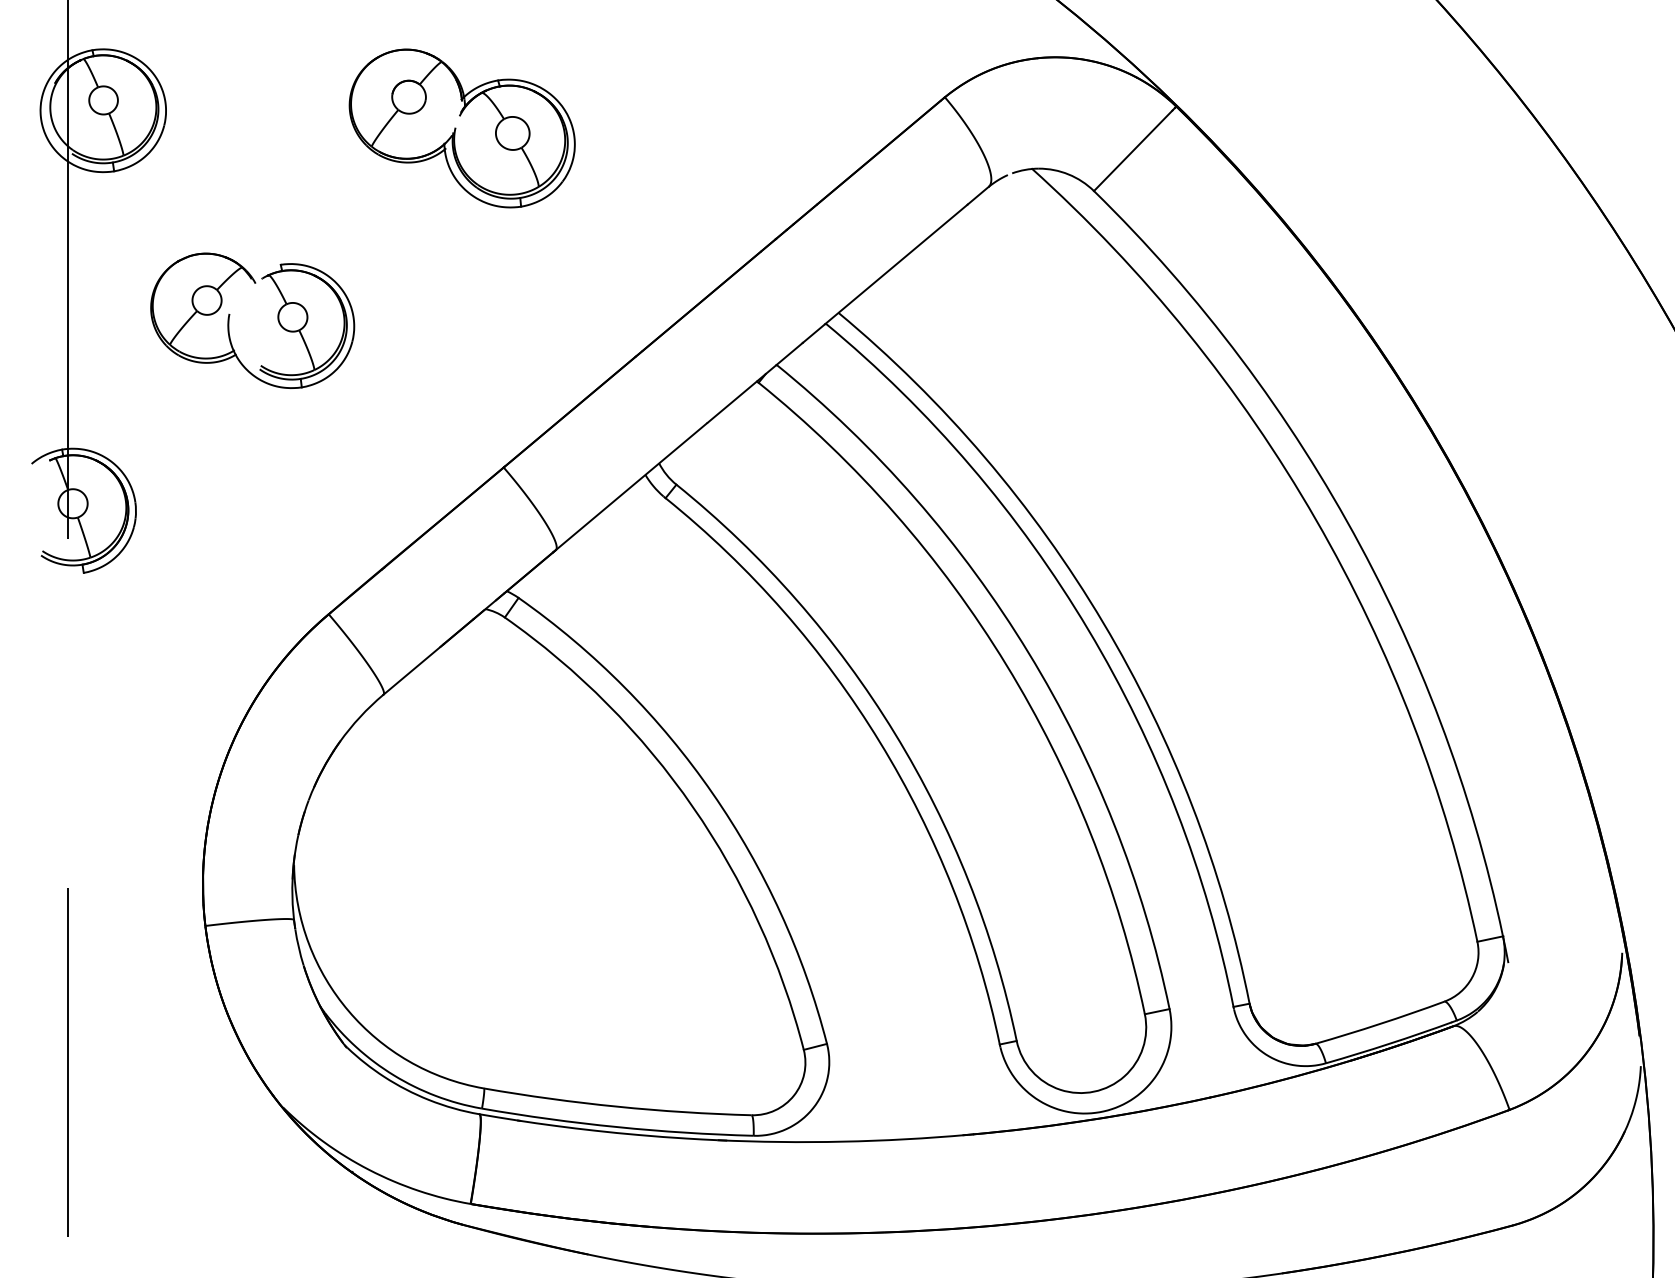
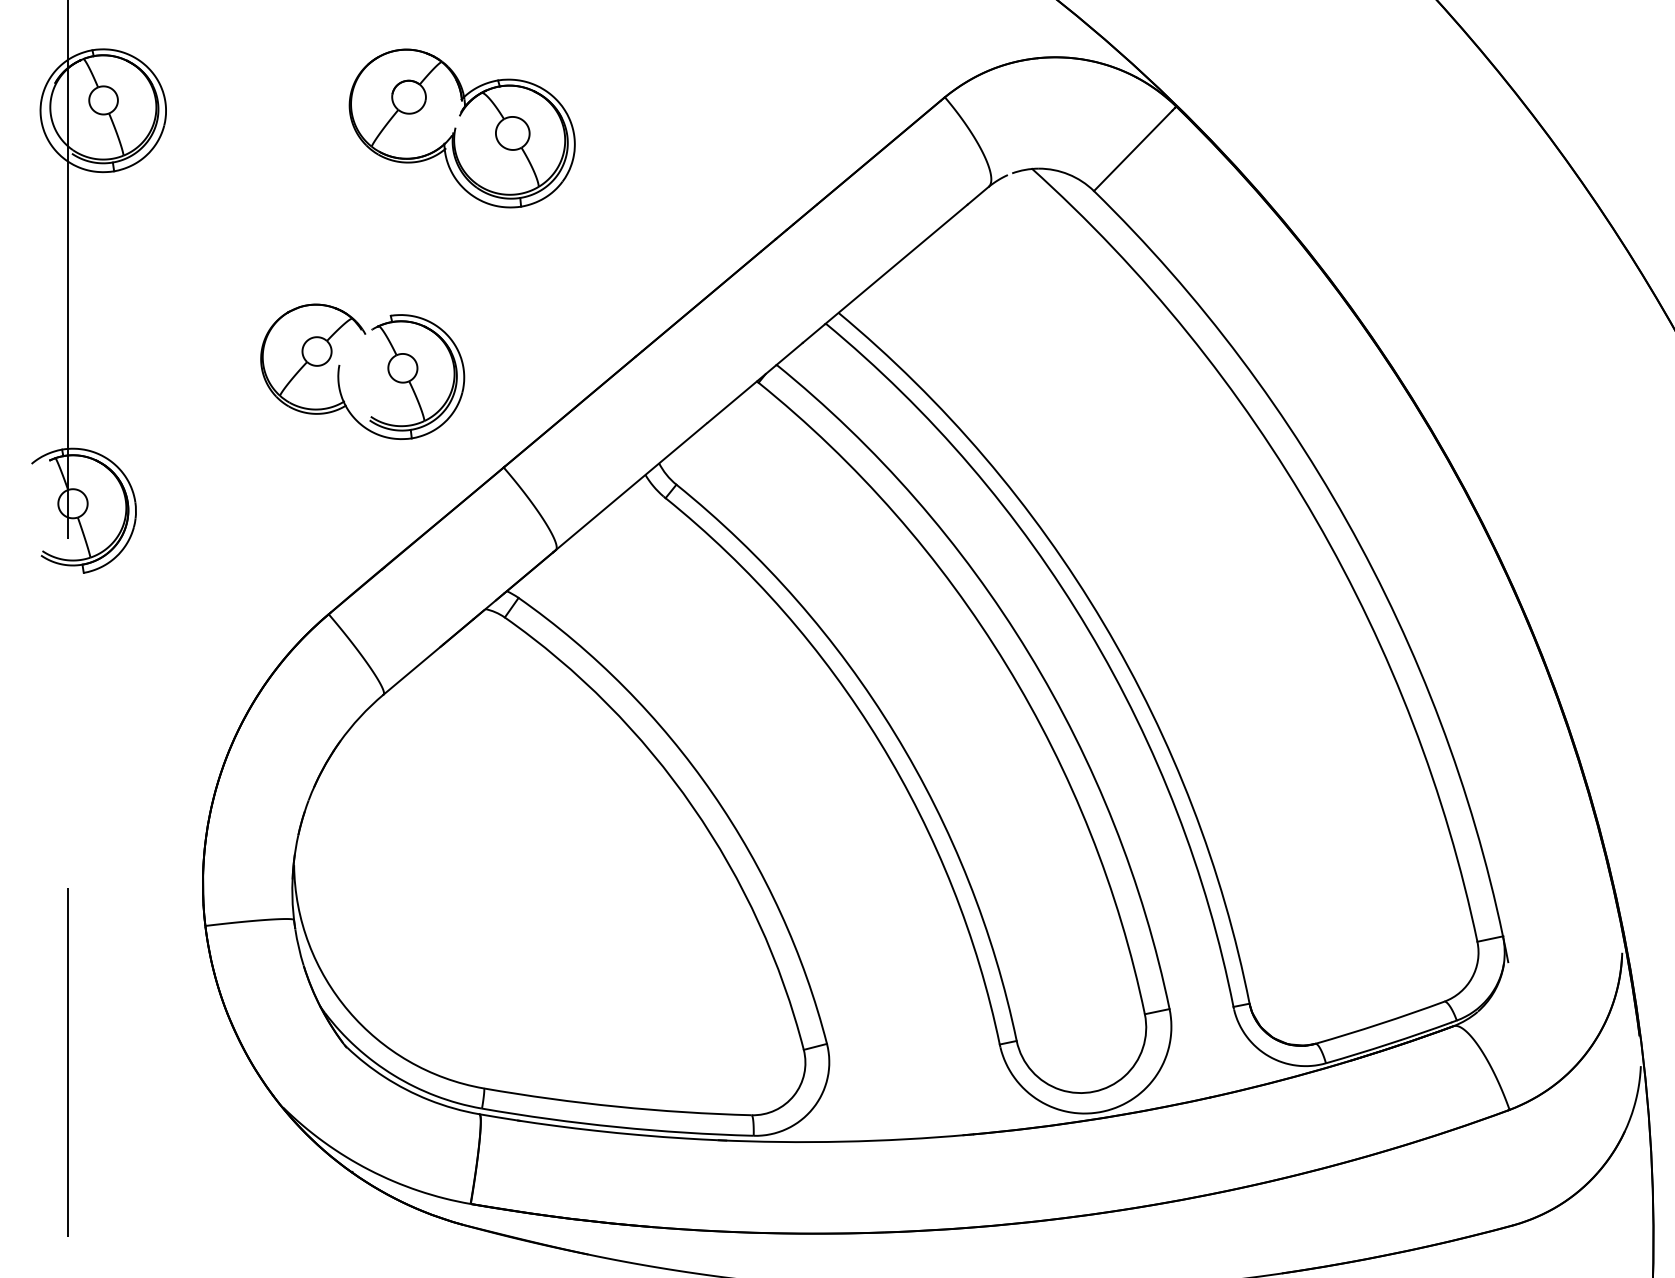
part at (230, 315) position: (230, 315) -> (340, 366)
